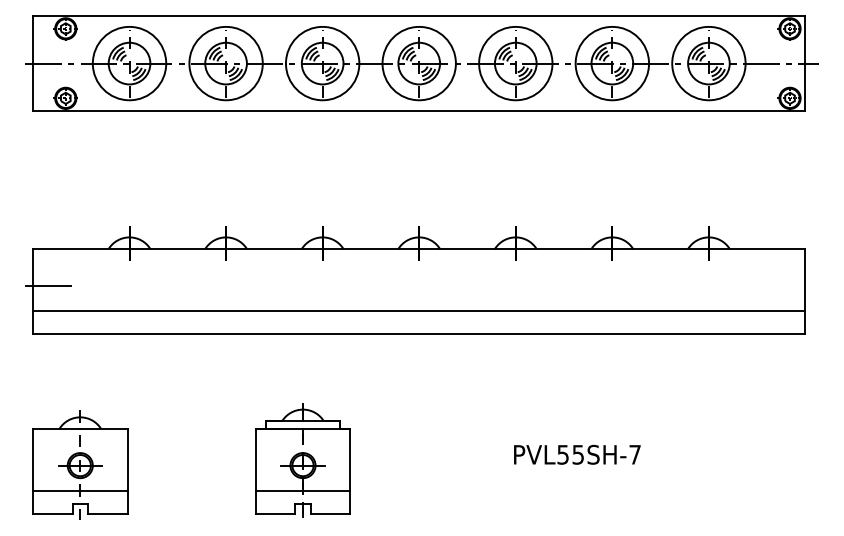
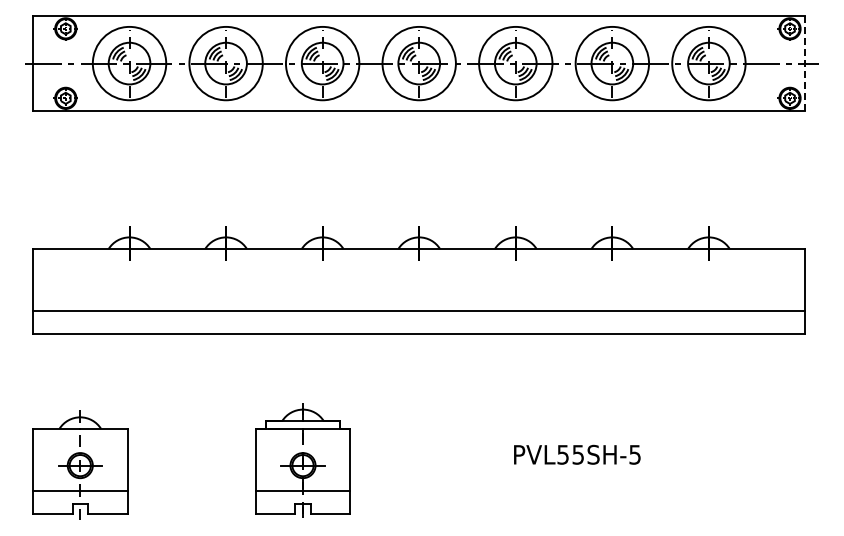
line at (805, 64): solid -> dashed
line at (47, 285): present -> none
text at (634, 454): PVL55SH-7 -> PVL55SH-5
